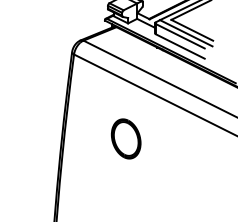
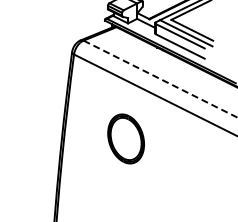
line at (160, 79): solid -> dashed
part at (126, 138) size: 31x42 px -> 38x52 px
